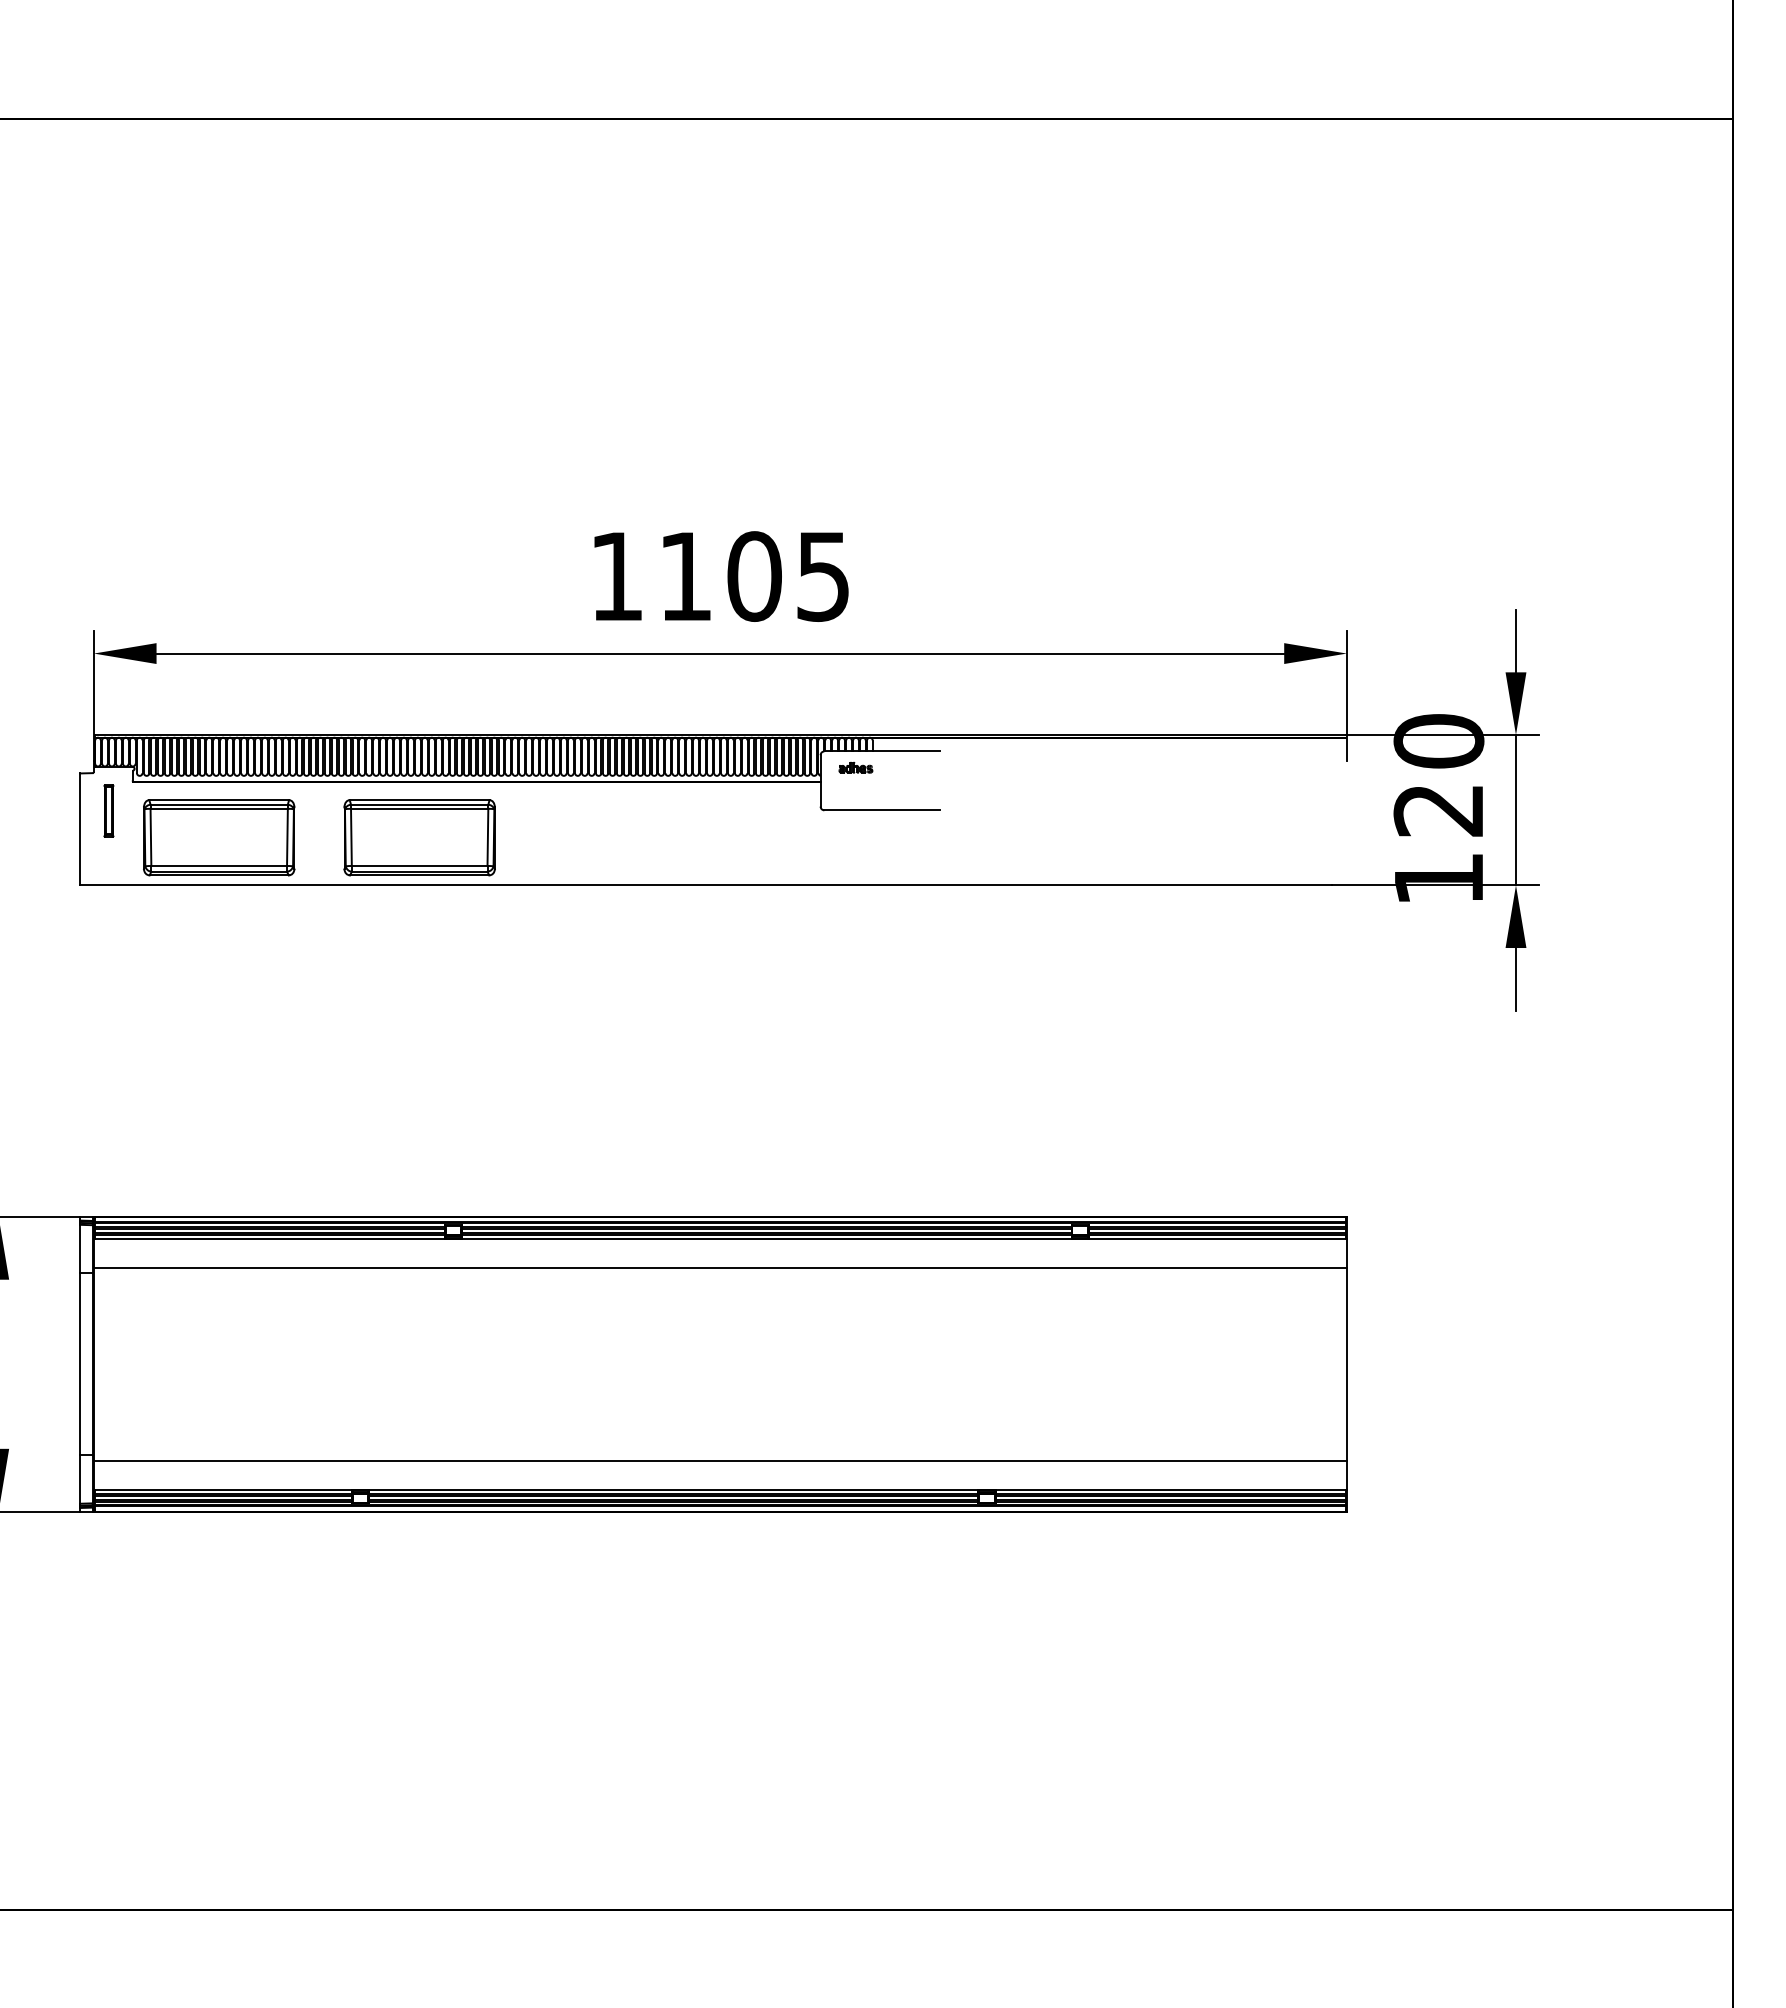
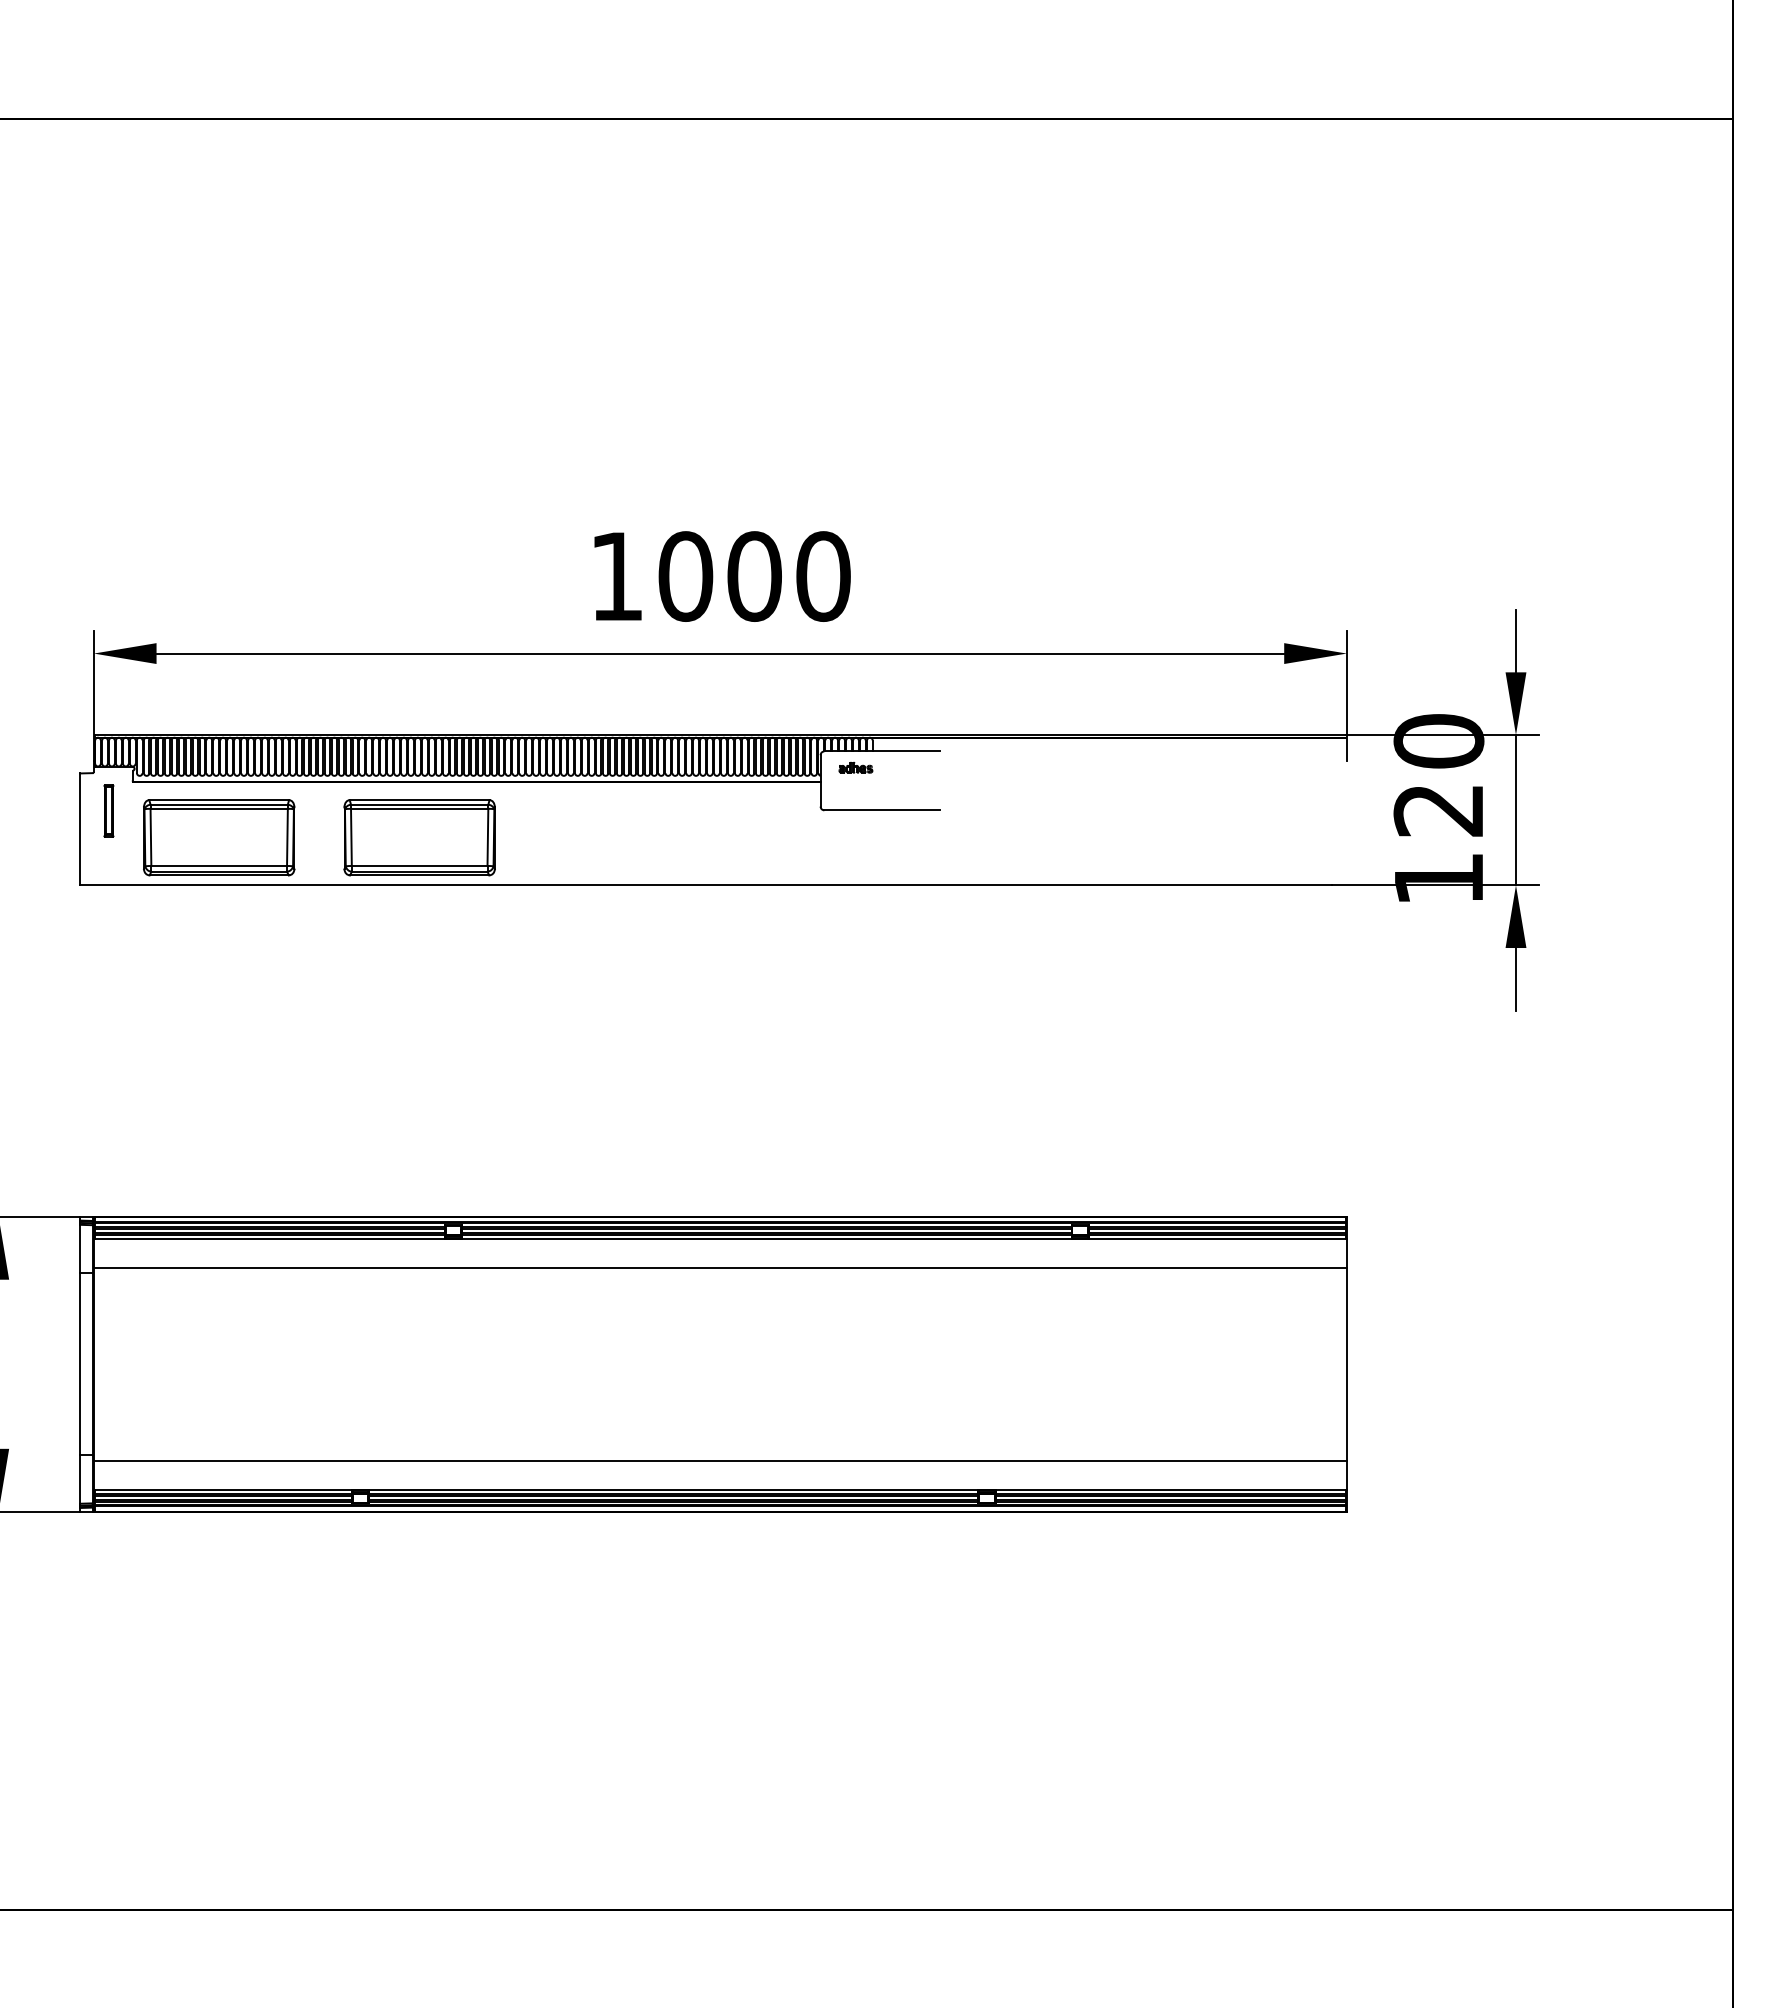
text at (754, 576): 1105 -> 1000
